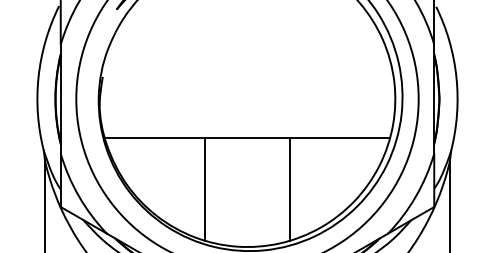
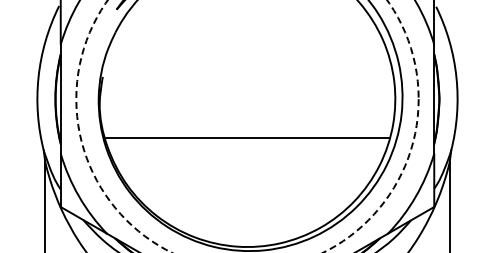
circle at (247, 126): solid -> dashed
line at (204, 189): present -> none
line at (290, 189): present -> none
